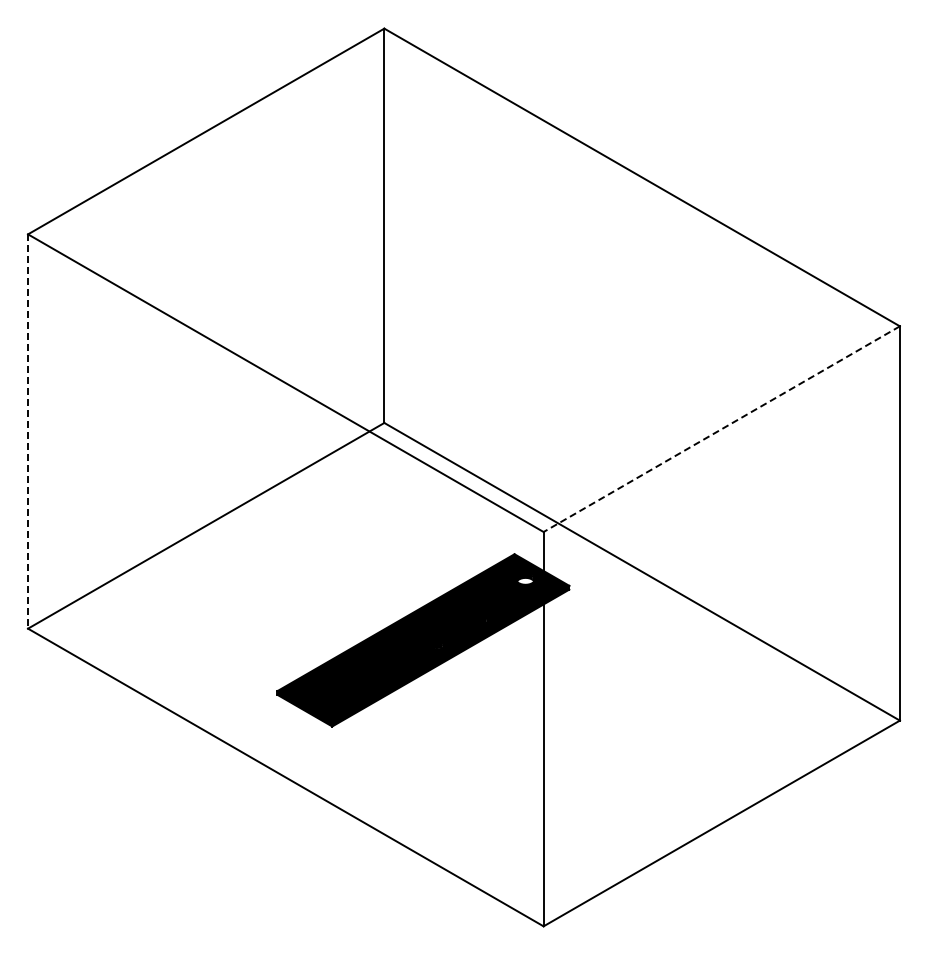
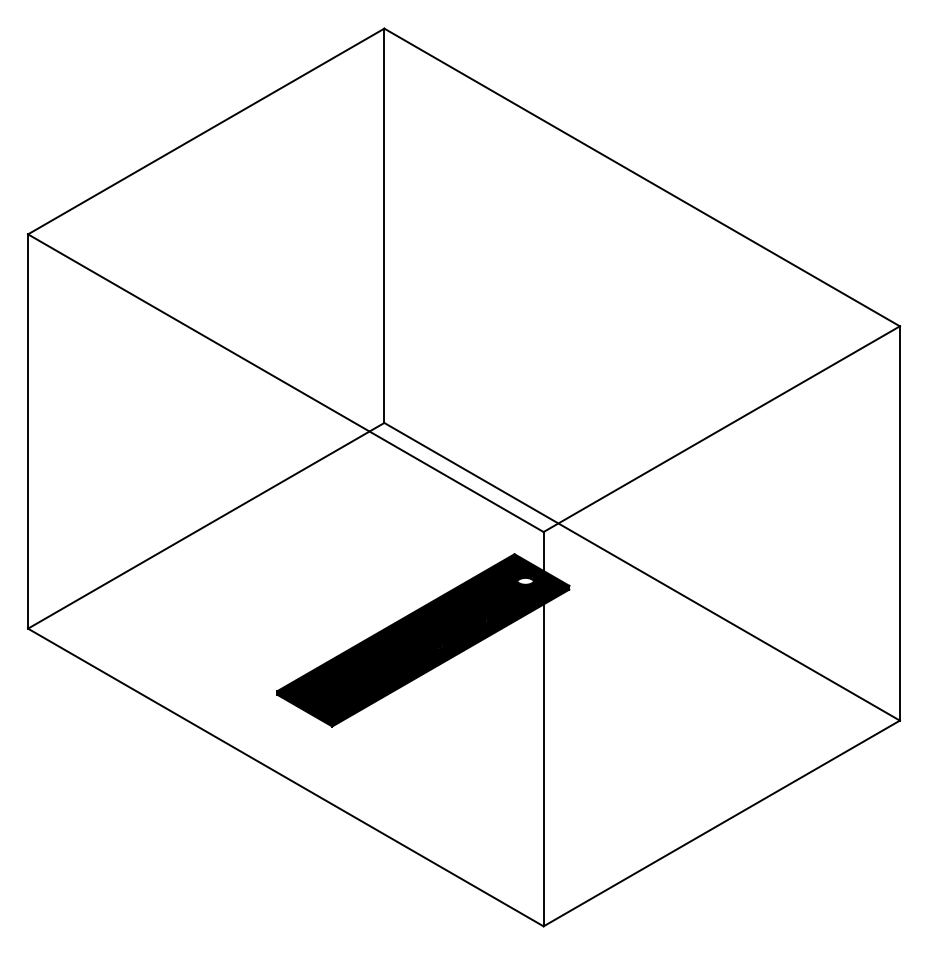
line at (721, 429): dashed -> solid
line at (28, 432): dashed -> solid
